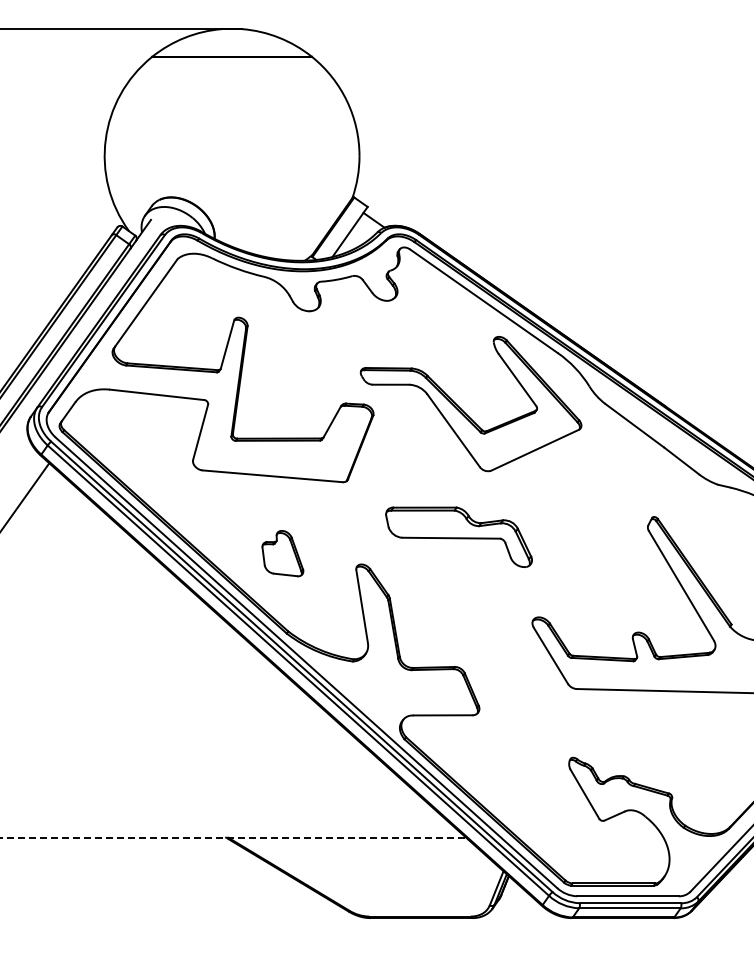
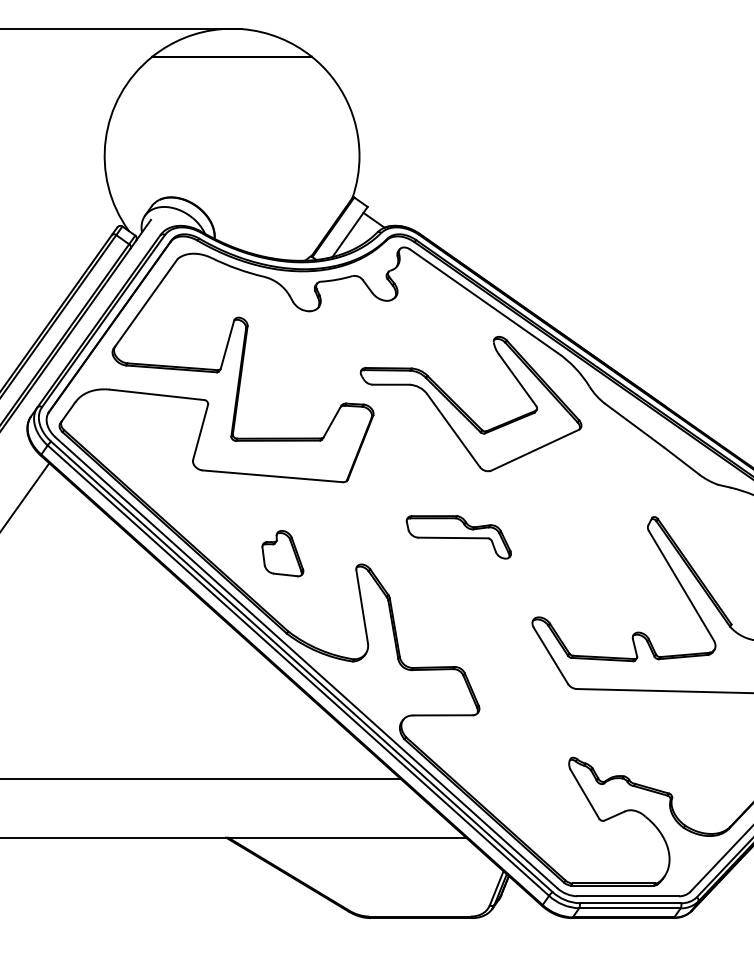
part at (458, 536) size: 148x62 px -> 107x45 px
line at (201, 779): none -> present
line at (233, 837): dashed -> solid
